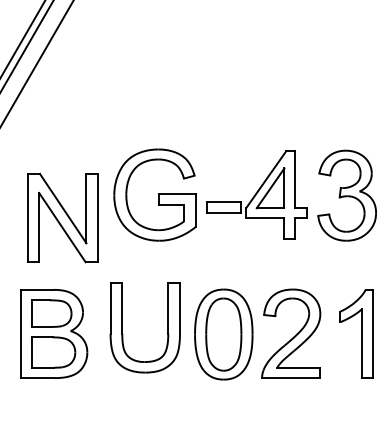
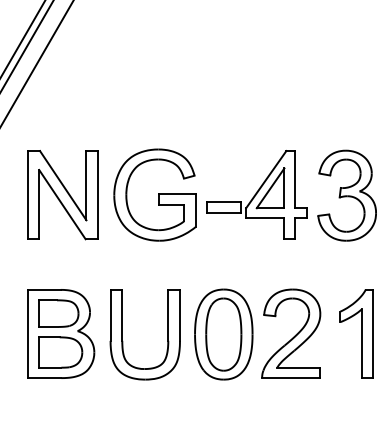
part at (62, 218) position: (62, 218) -> (62, 195)
part at (122, 327) position: (122, 327) -> (122, 334)
part at (54, 333) position: (54, 333) -> (61, 333)
